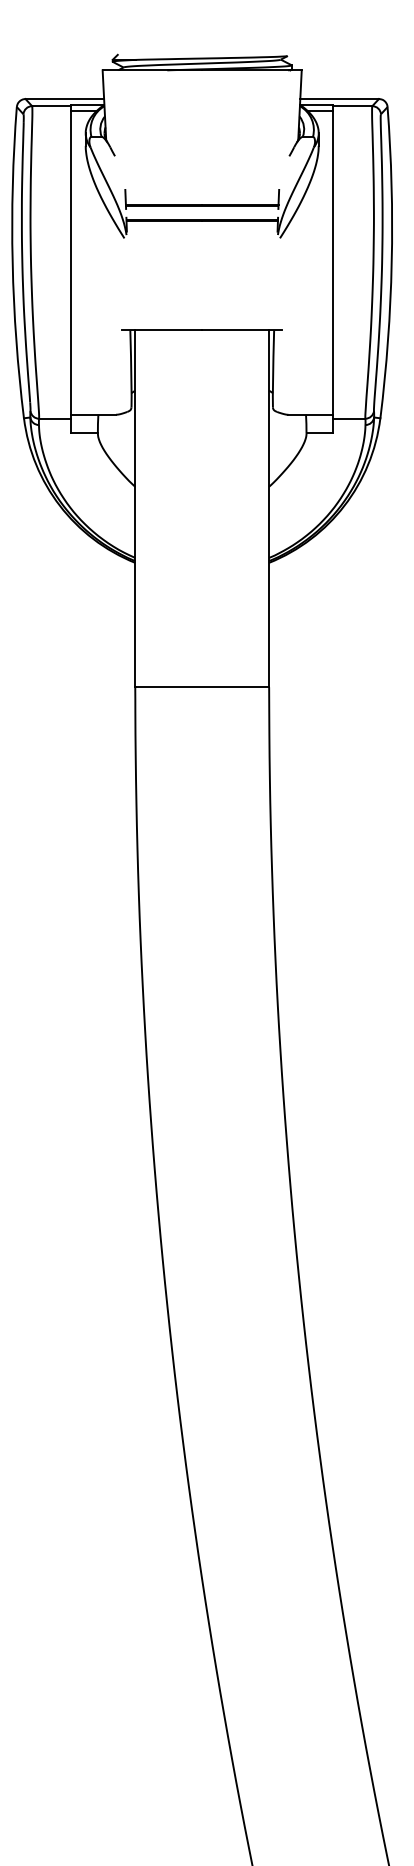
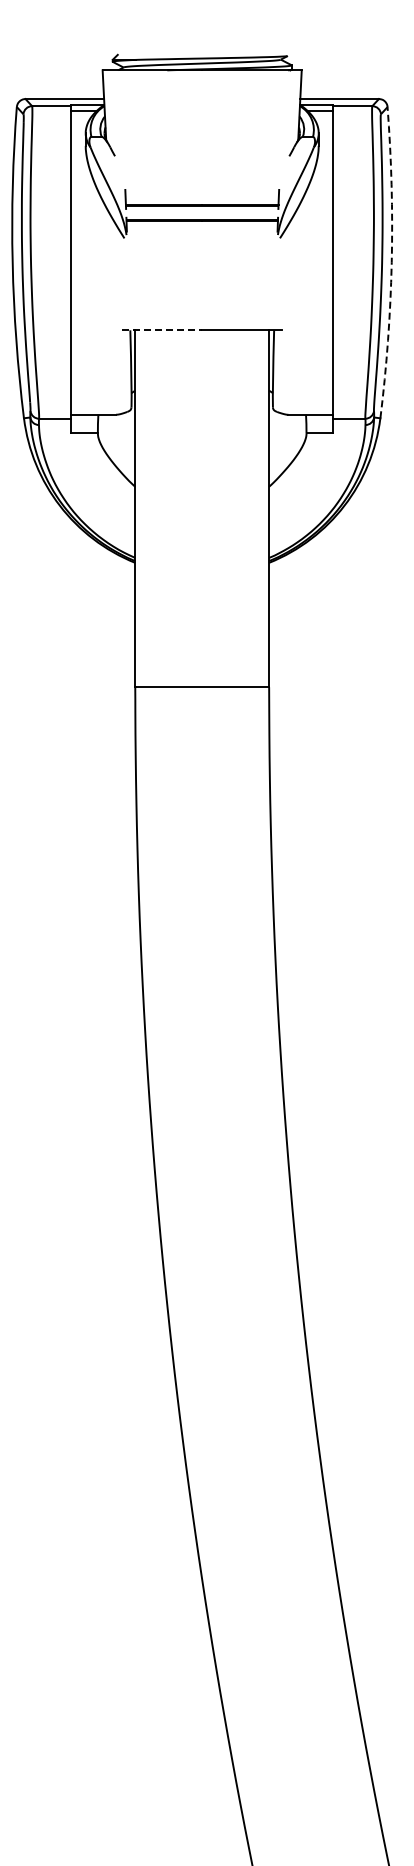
arc at (391, 262): solid -> dashed
line at (162, 330): solid -> dashed
